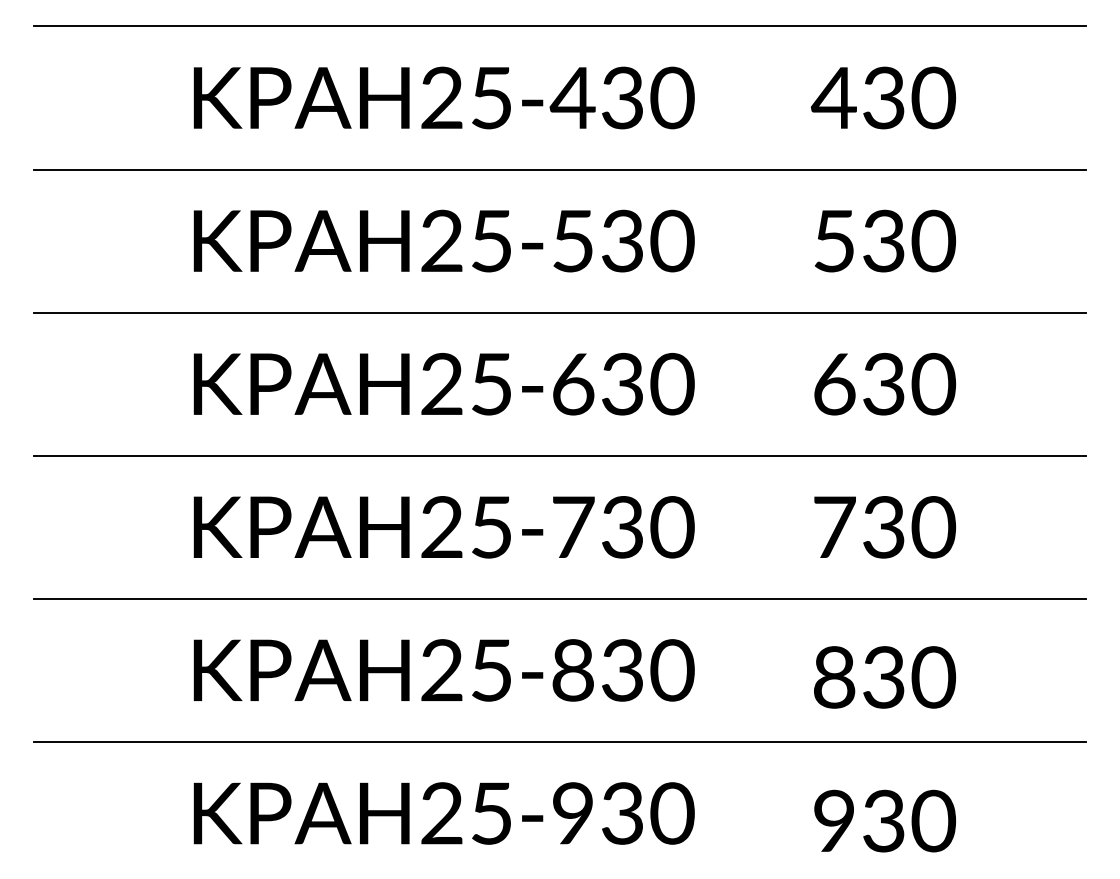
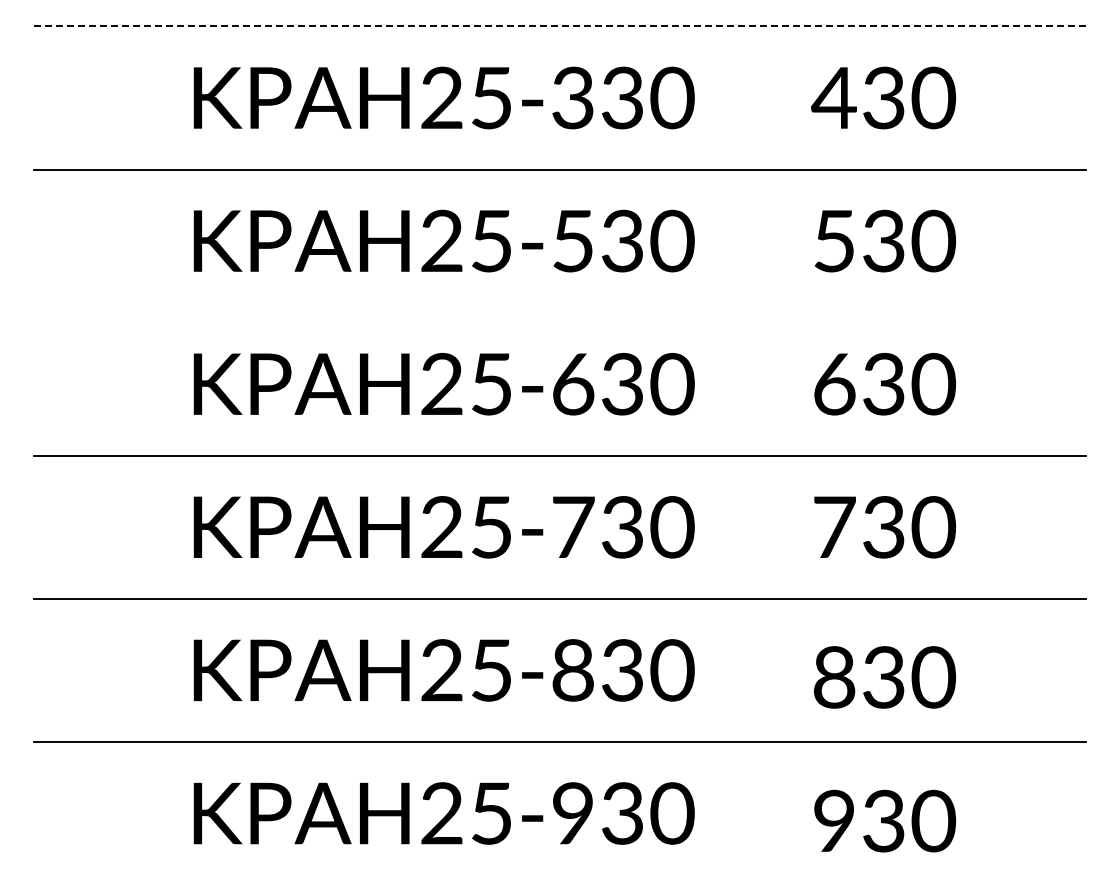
line at (560, 26): solid -> dashed
text at (572, 97): KPAH25-430 -> KPAH25-330
line at (559, 312): present -> none
